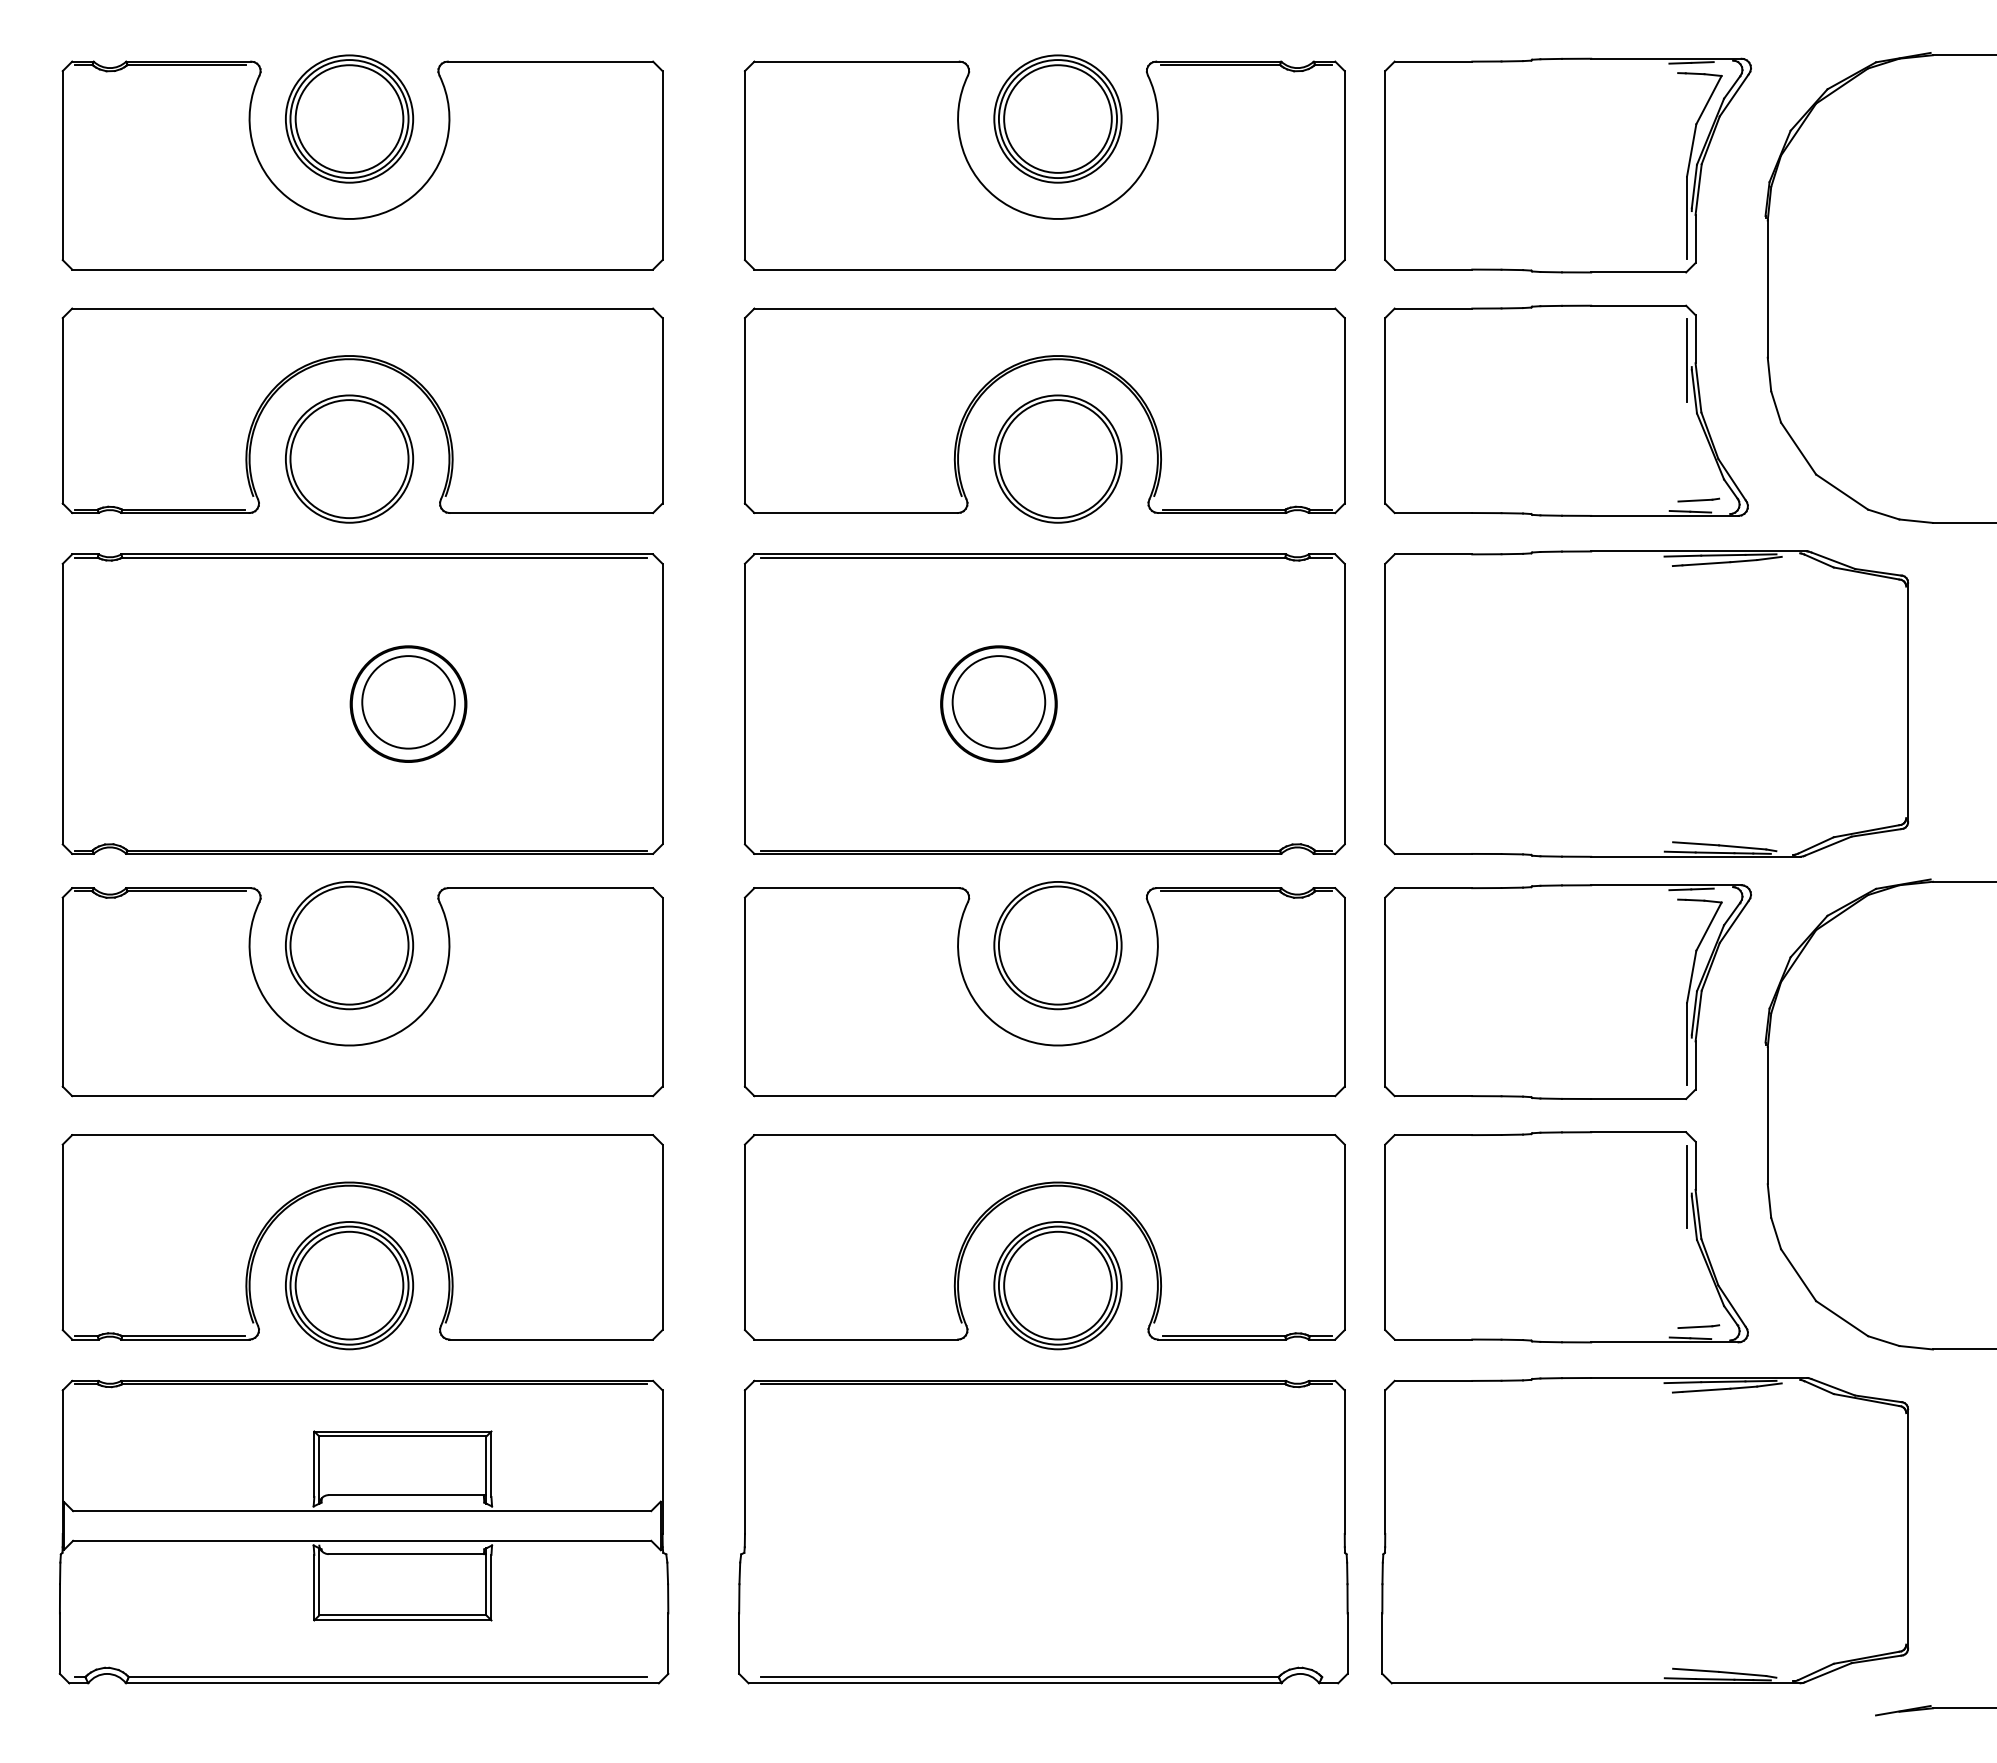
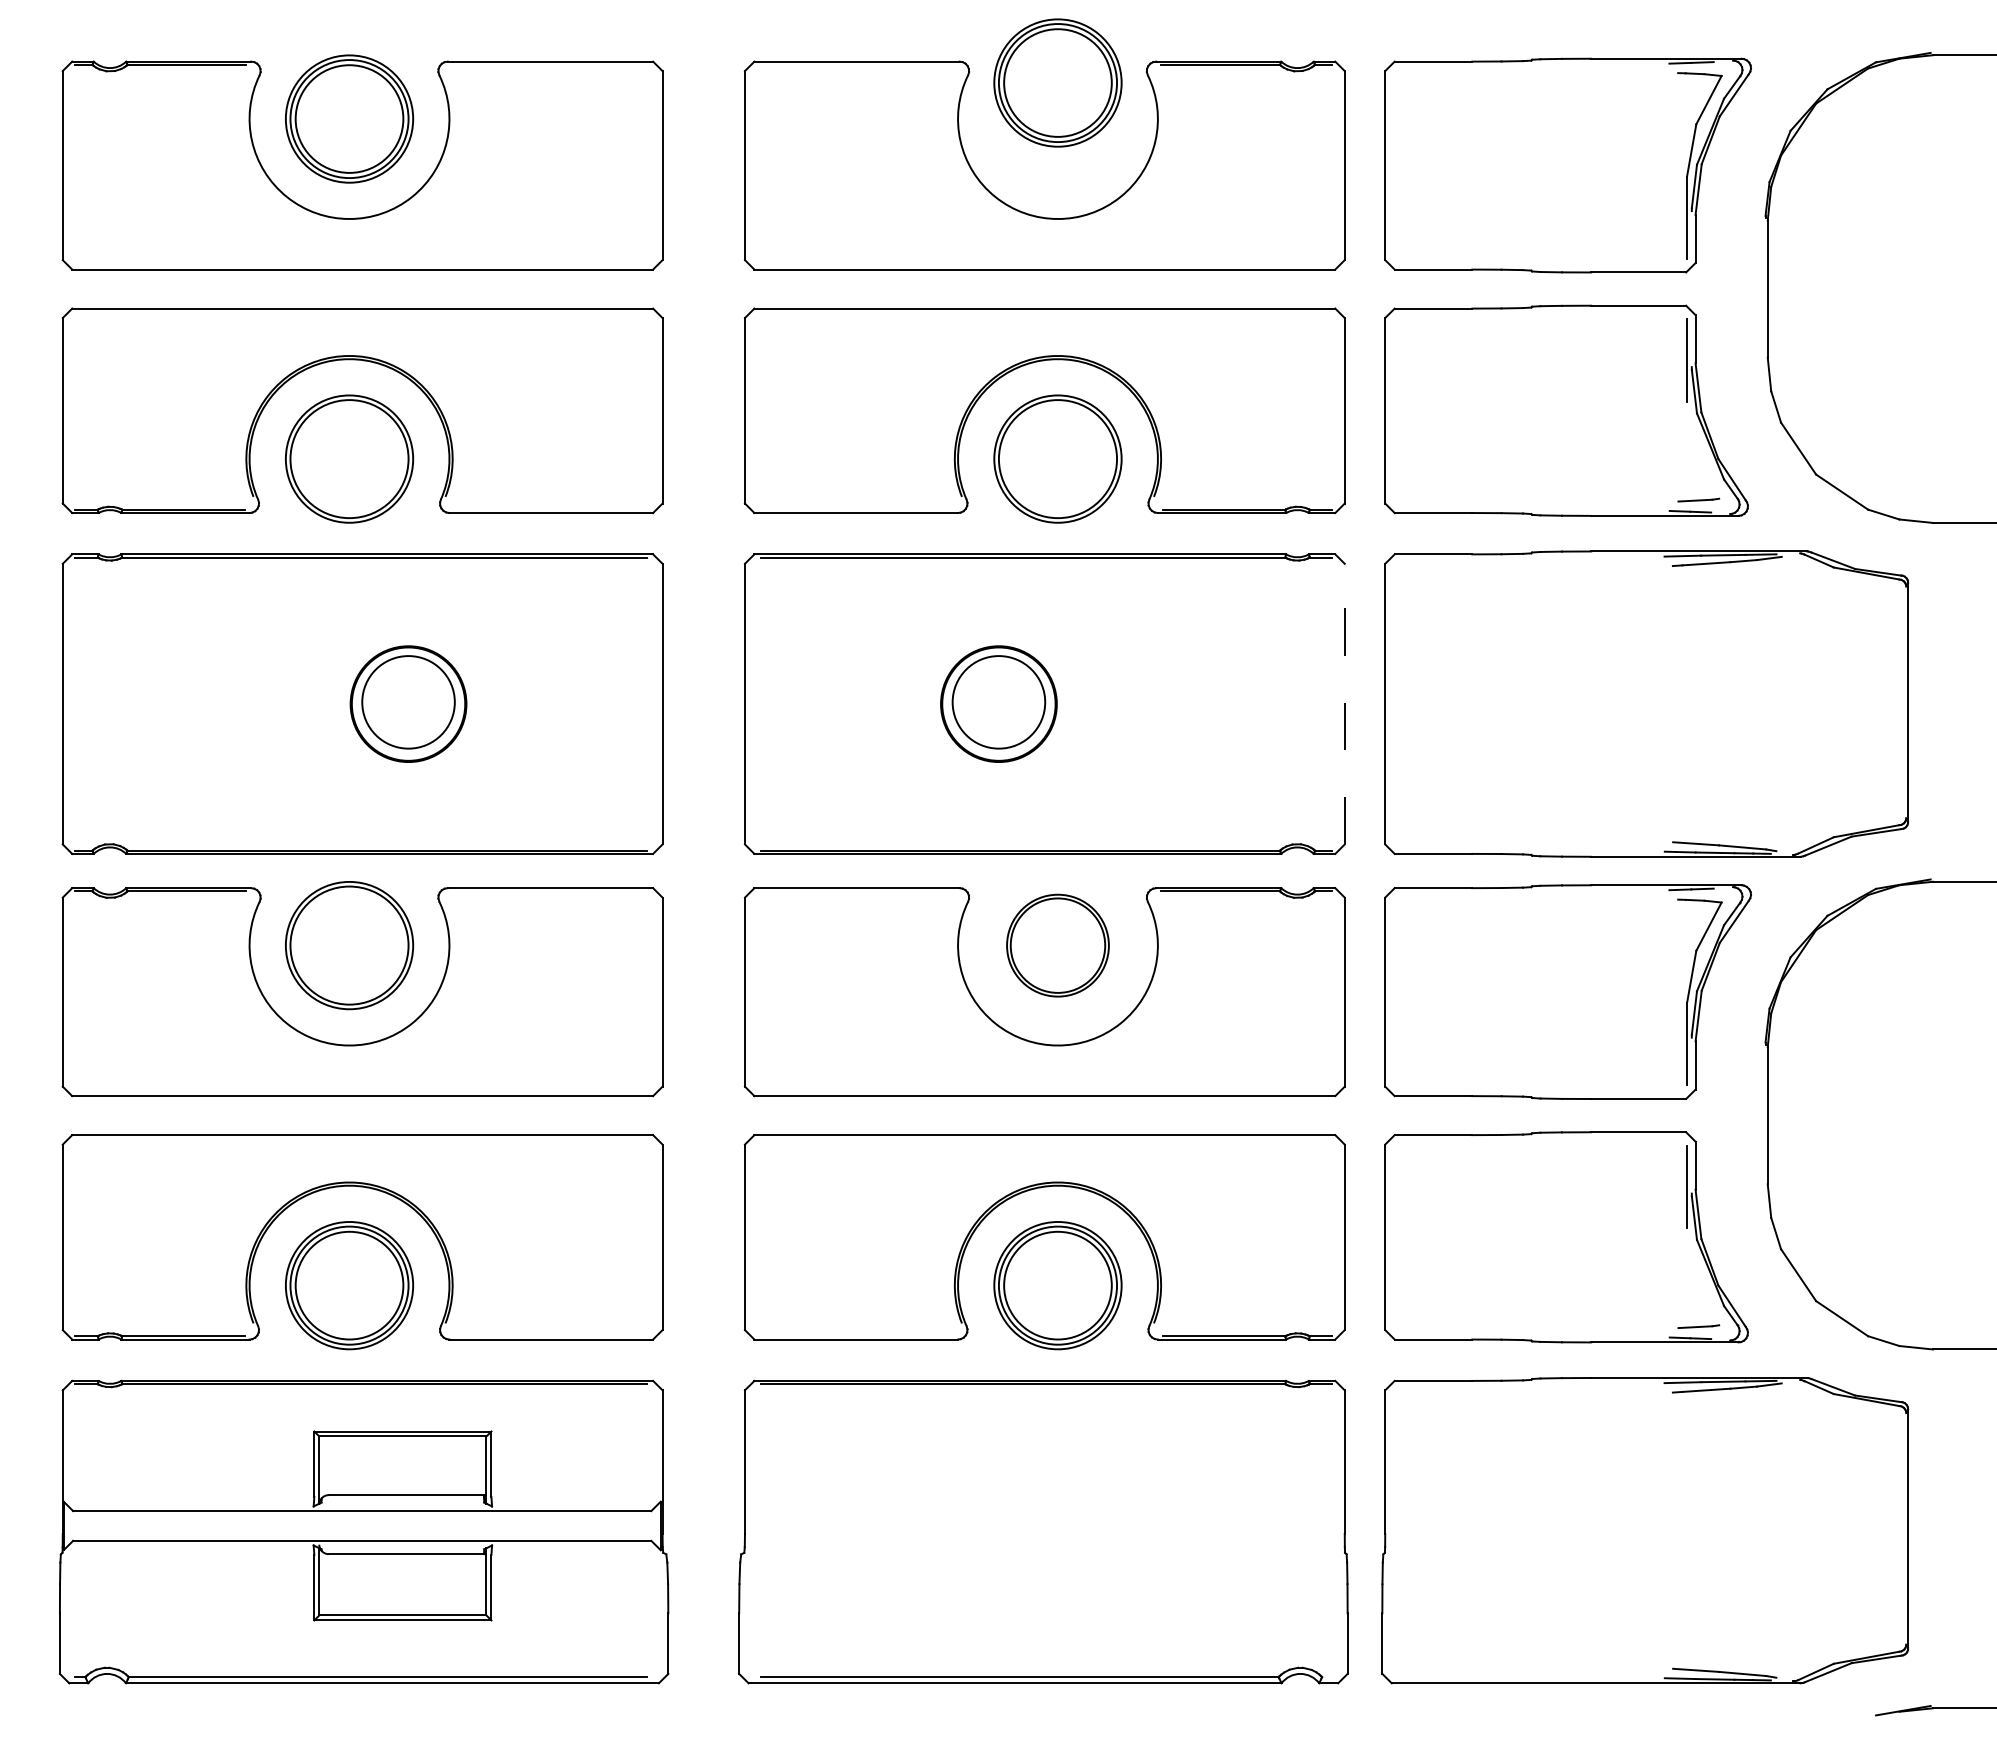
part at (1057, 118) position: (1057, 118) -> (1057, 82)
line at (1344, 703): solid -> dashed
part at (1057, 945) size: 130x130 px -> 104x105 px
